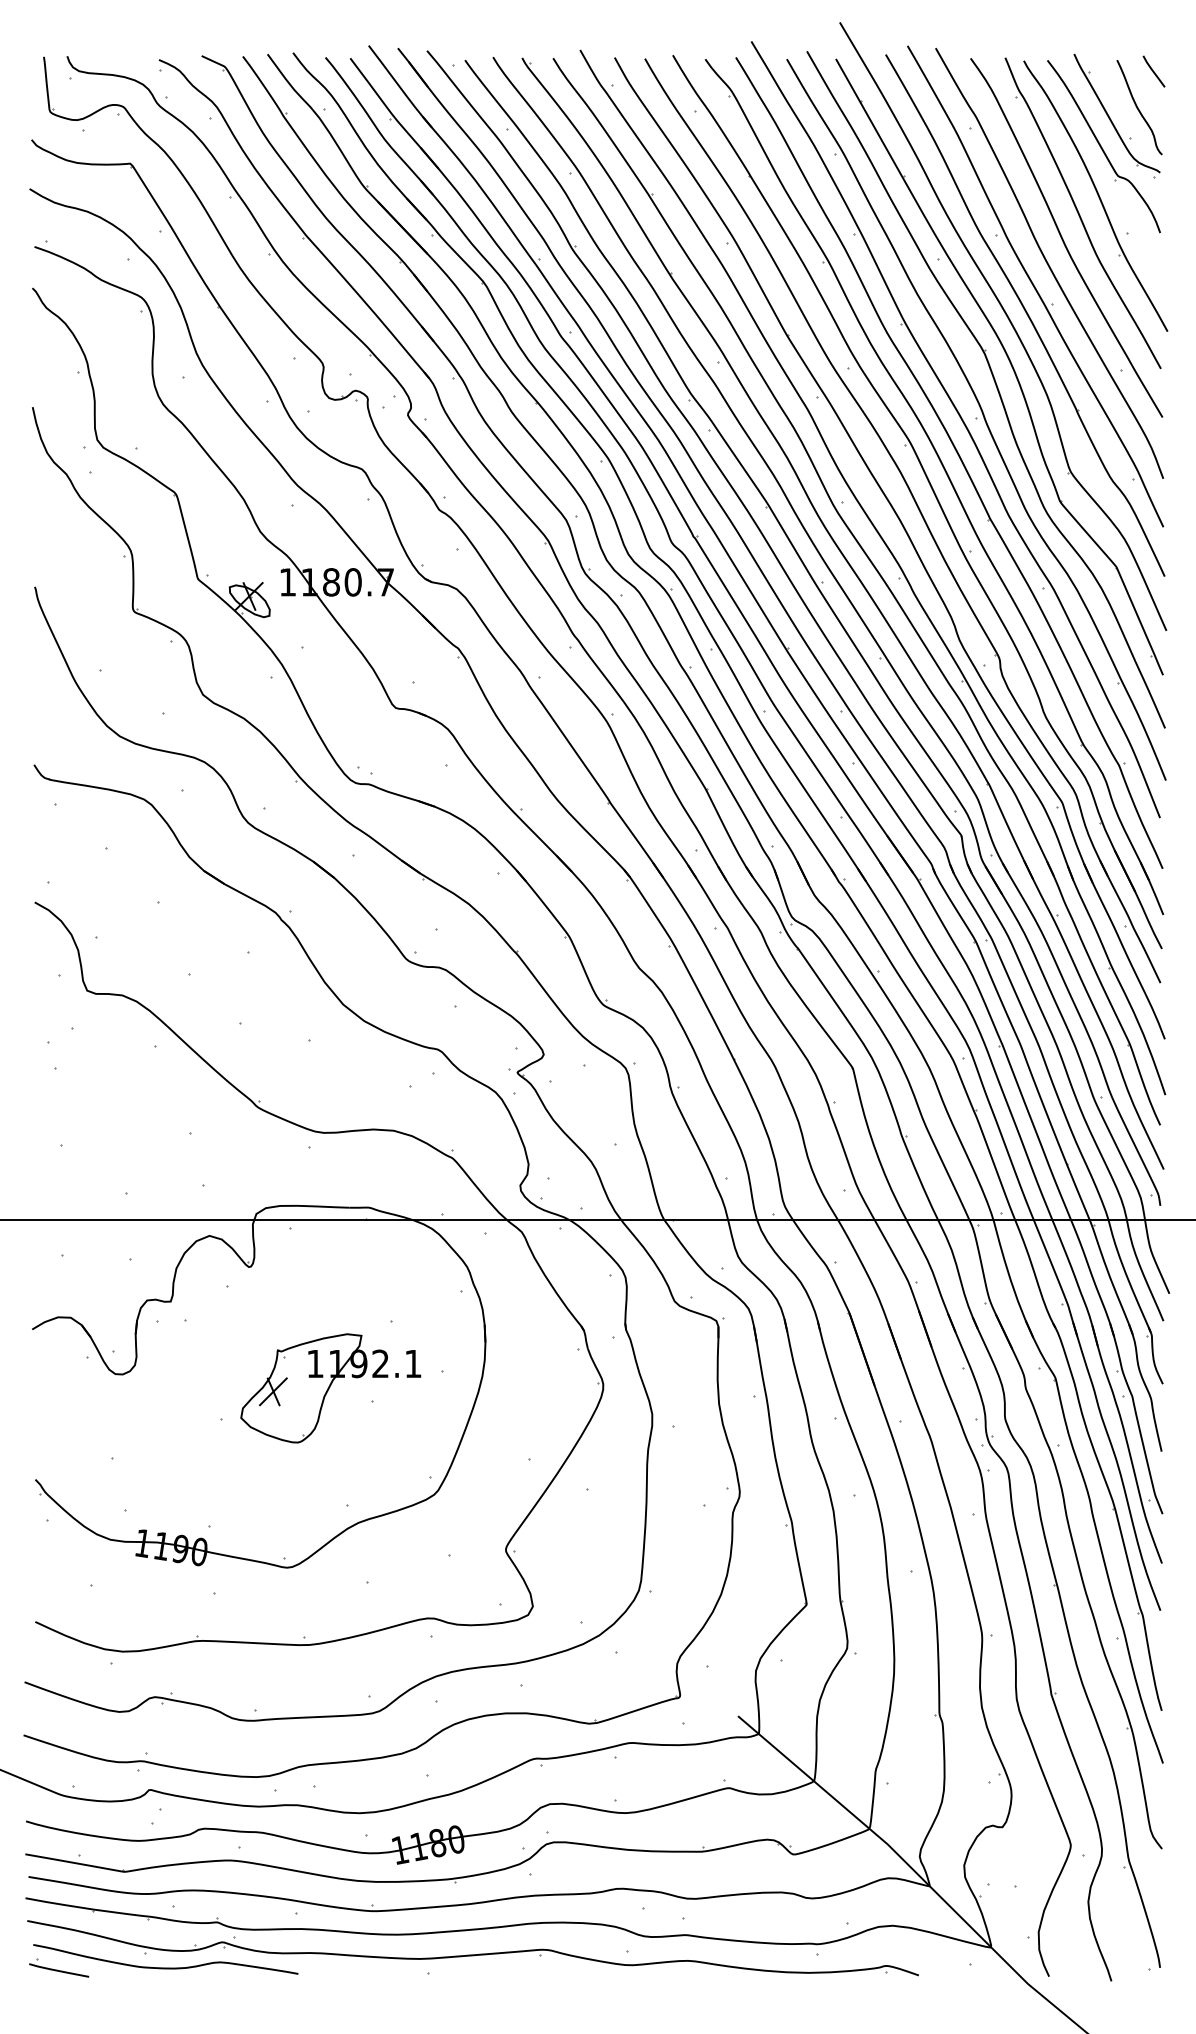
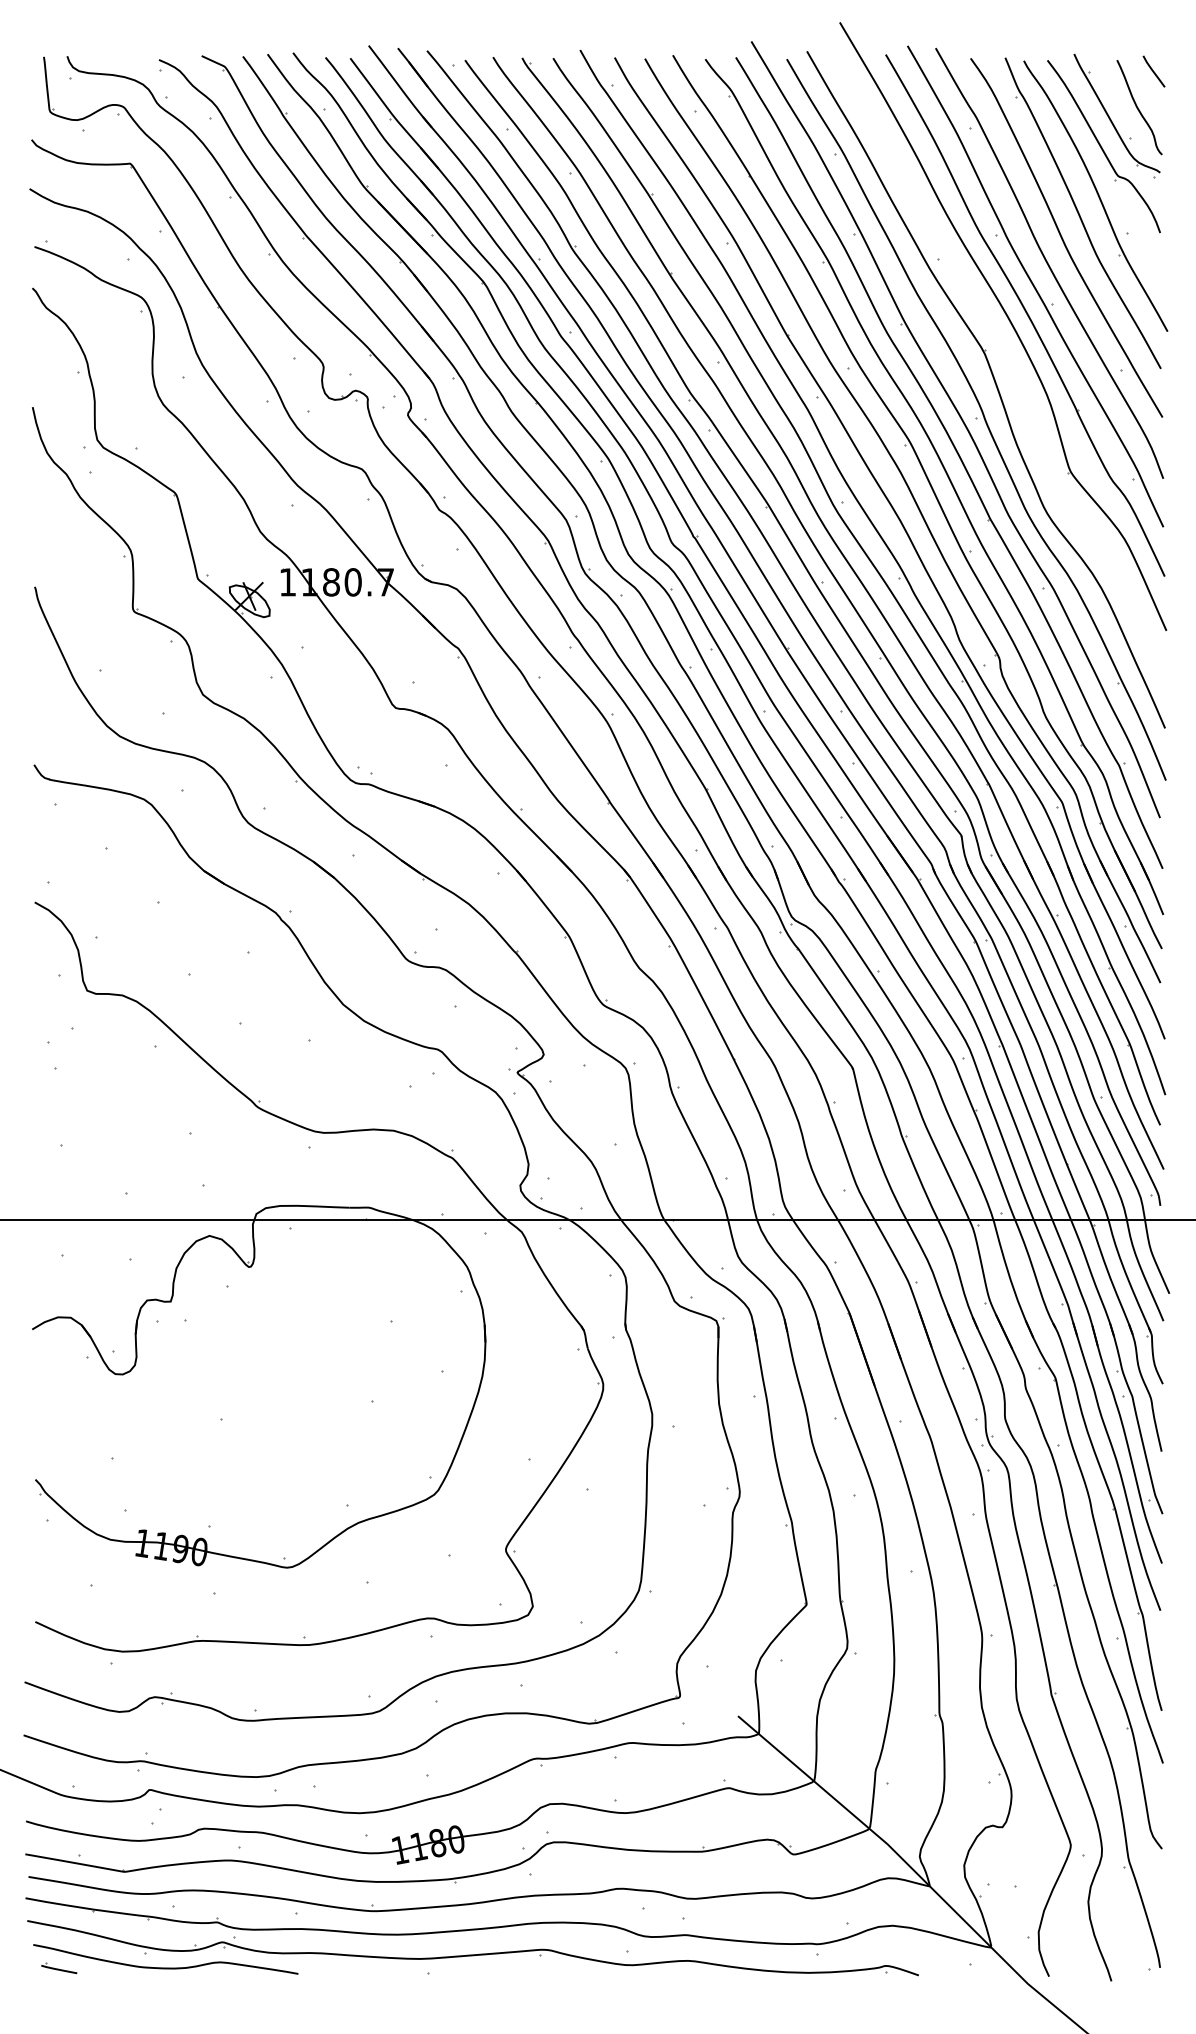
part at (1009, 362): present -> none
part at (330, 1388): present -> none
part at (59, 1967) size: 61x20 px -> 37x13 px
